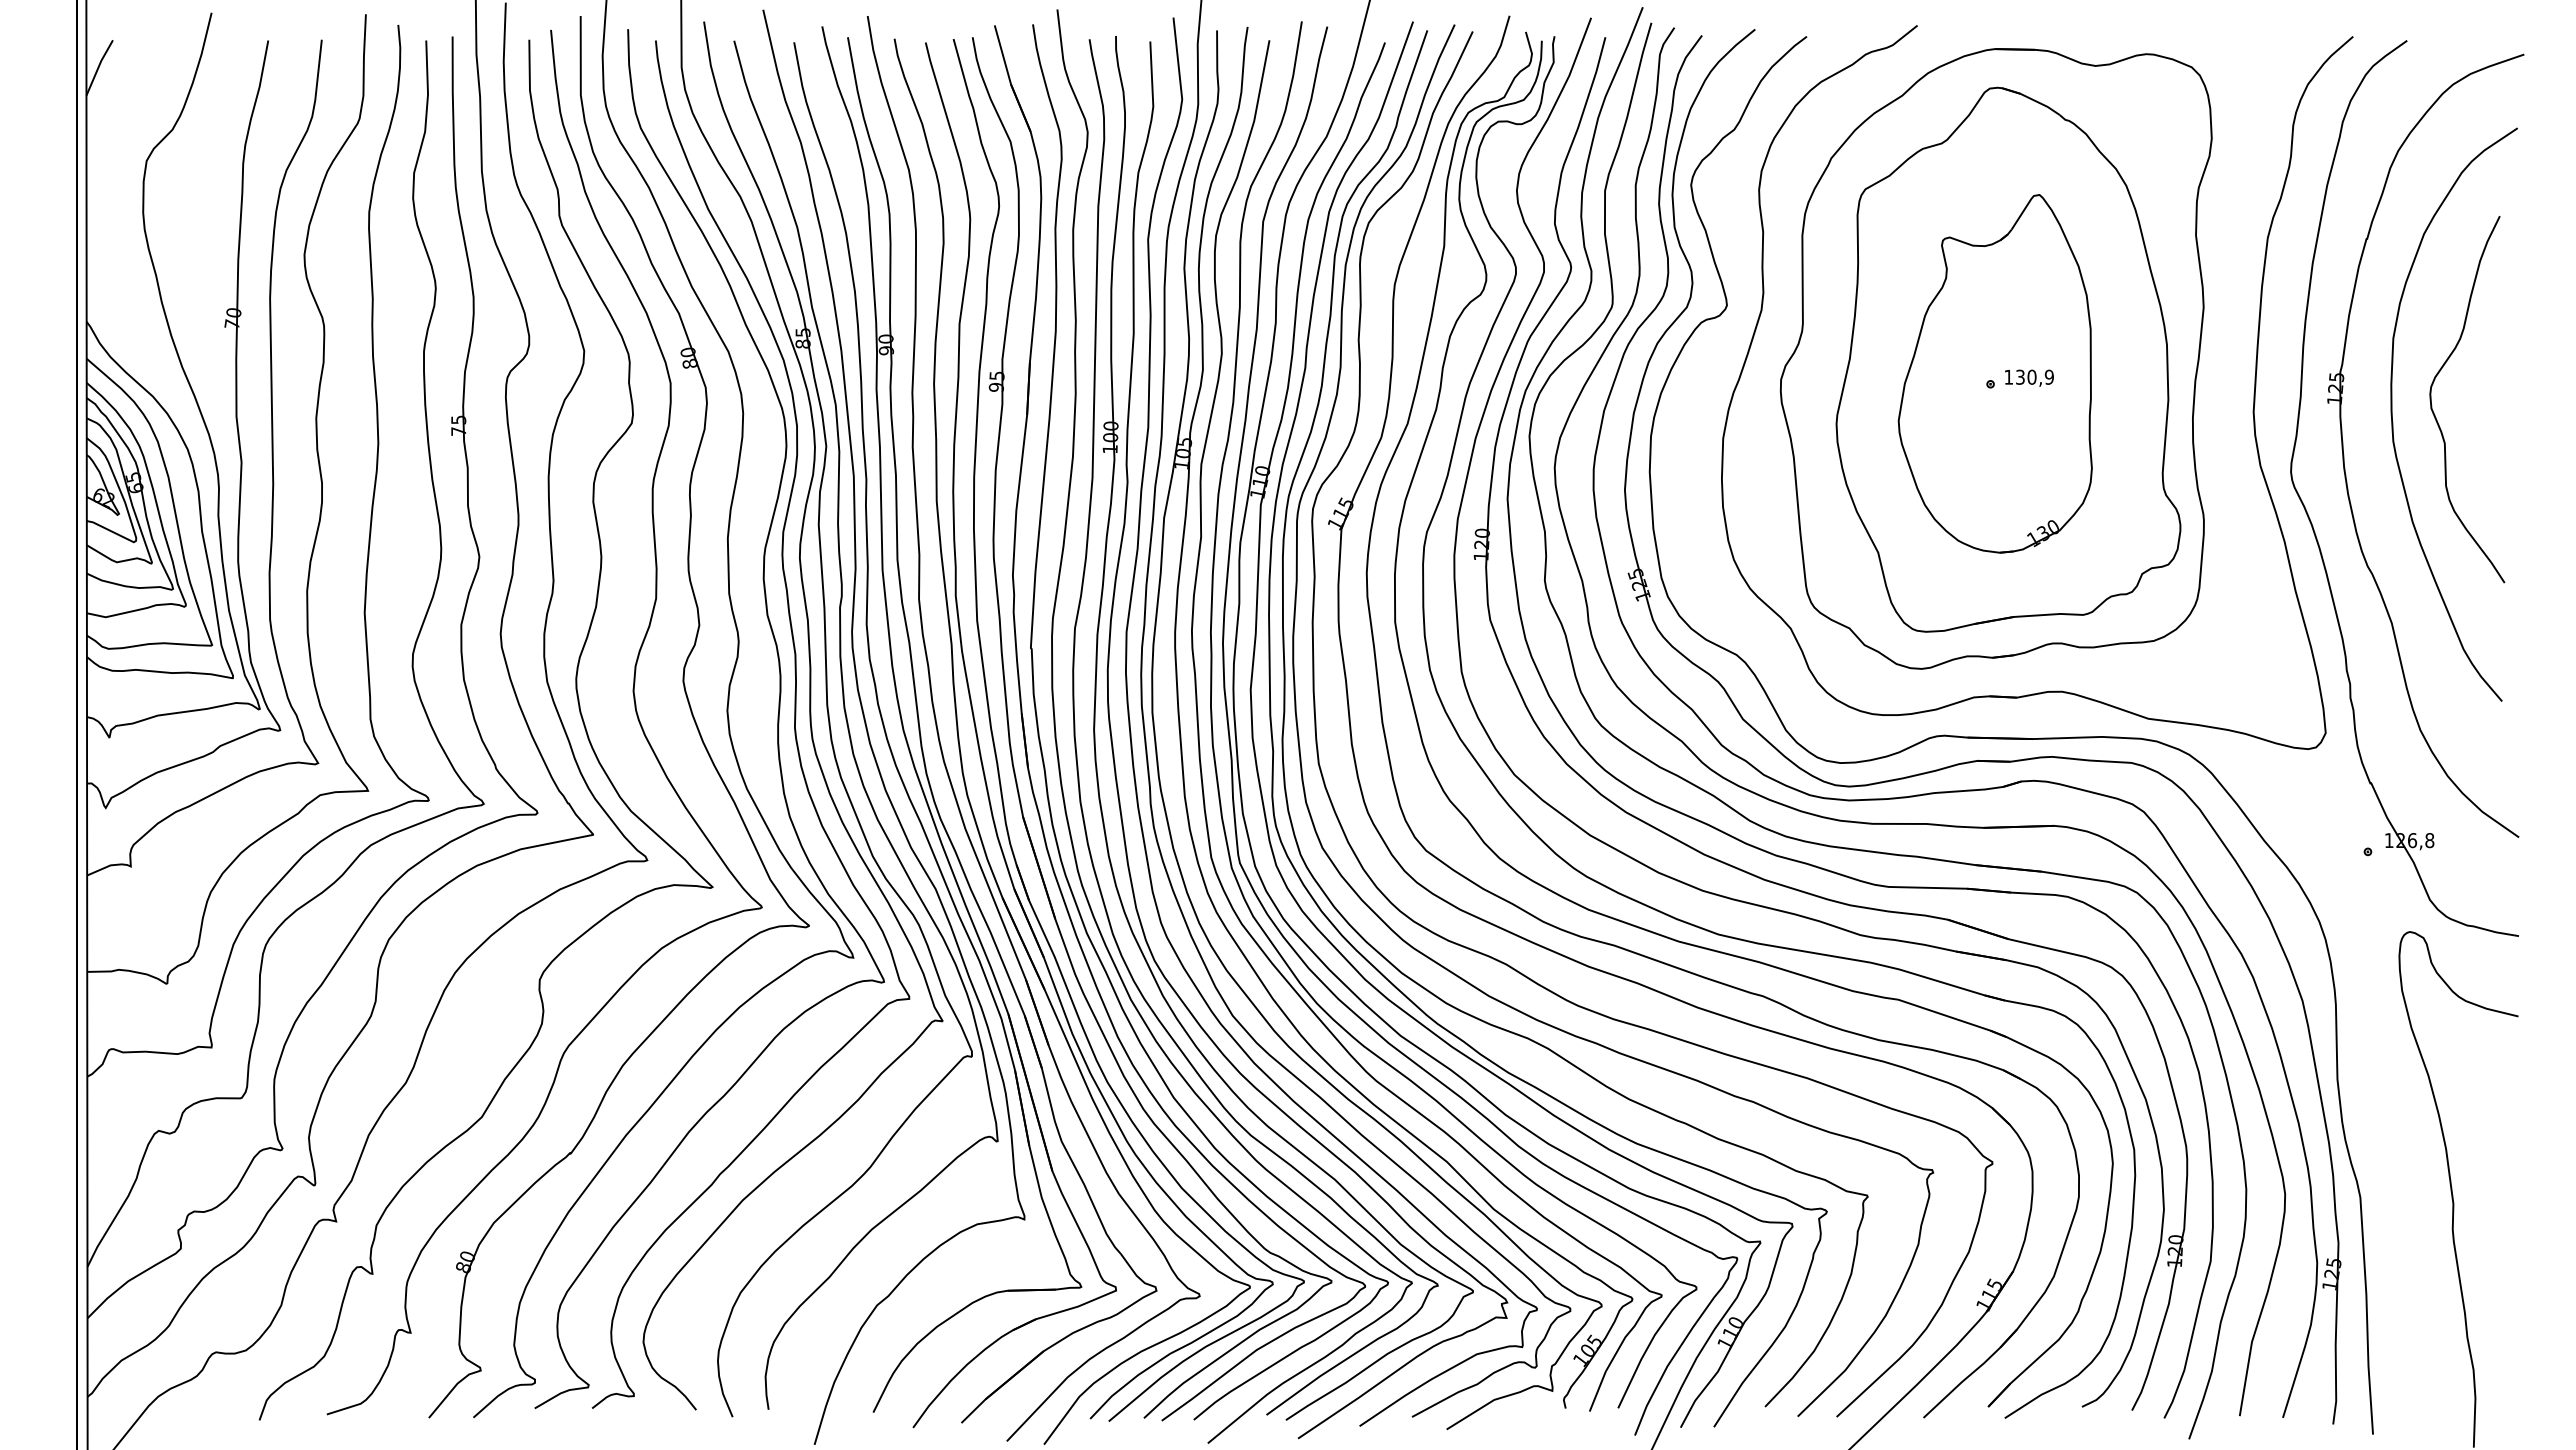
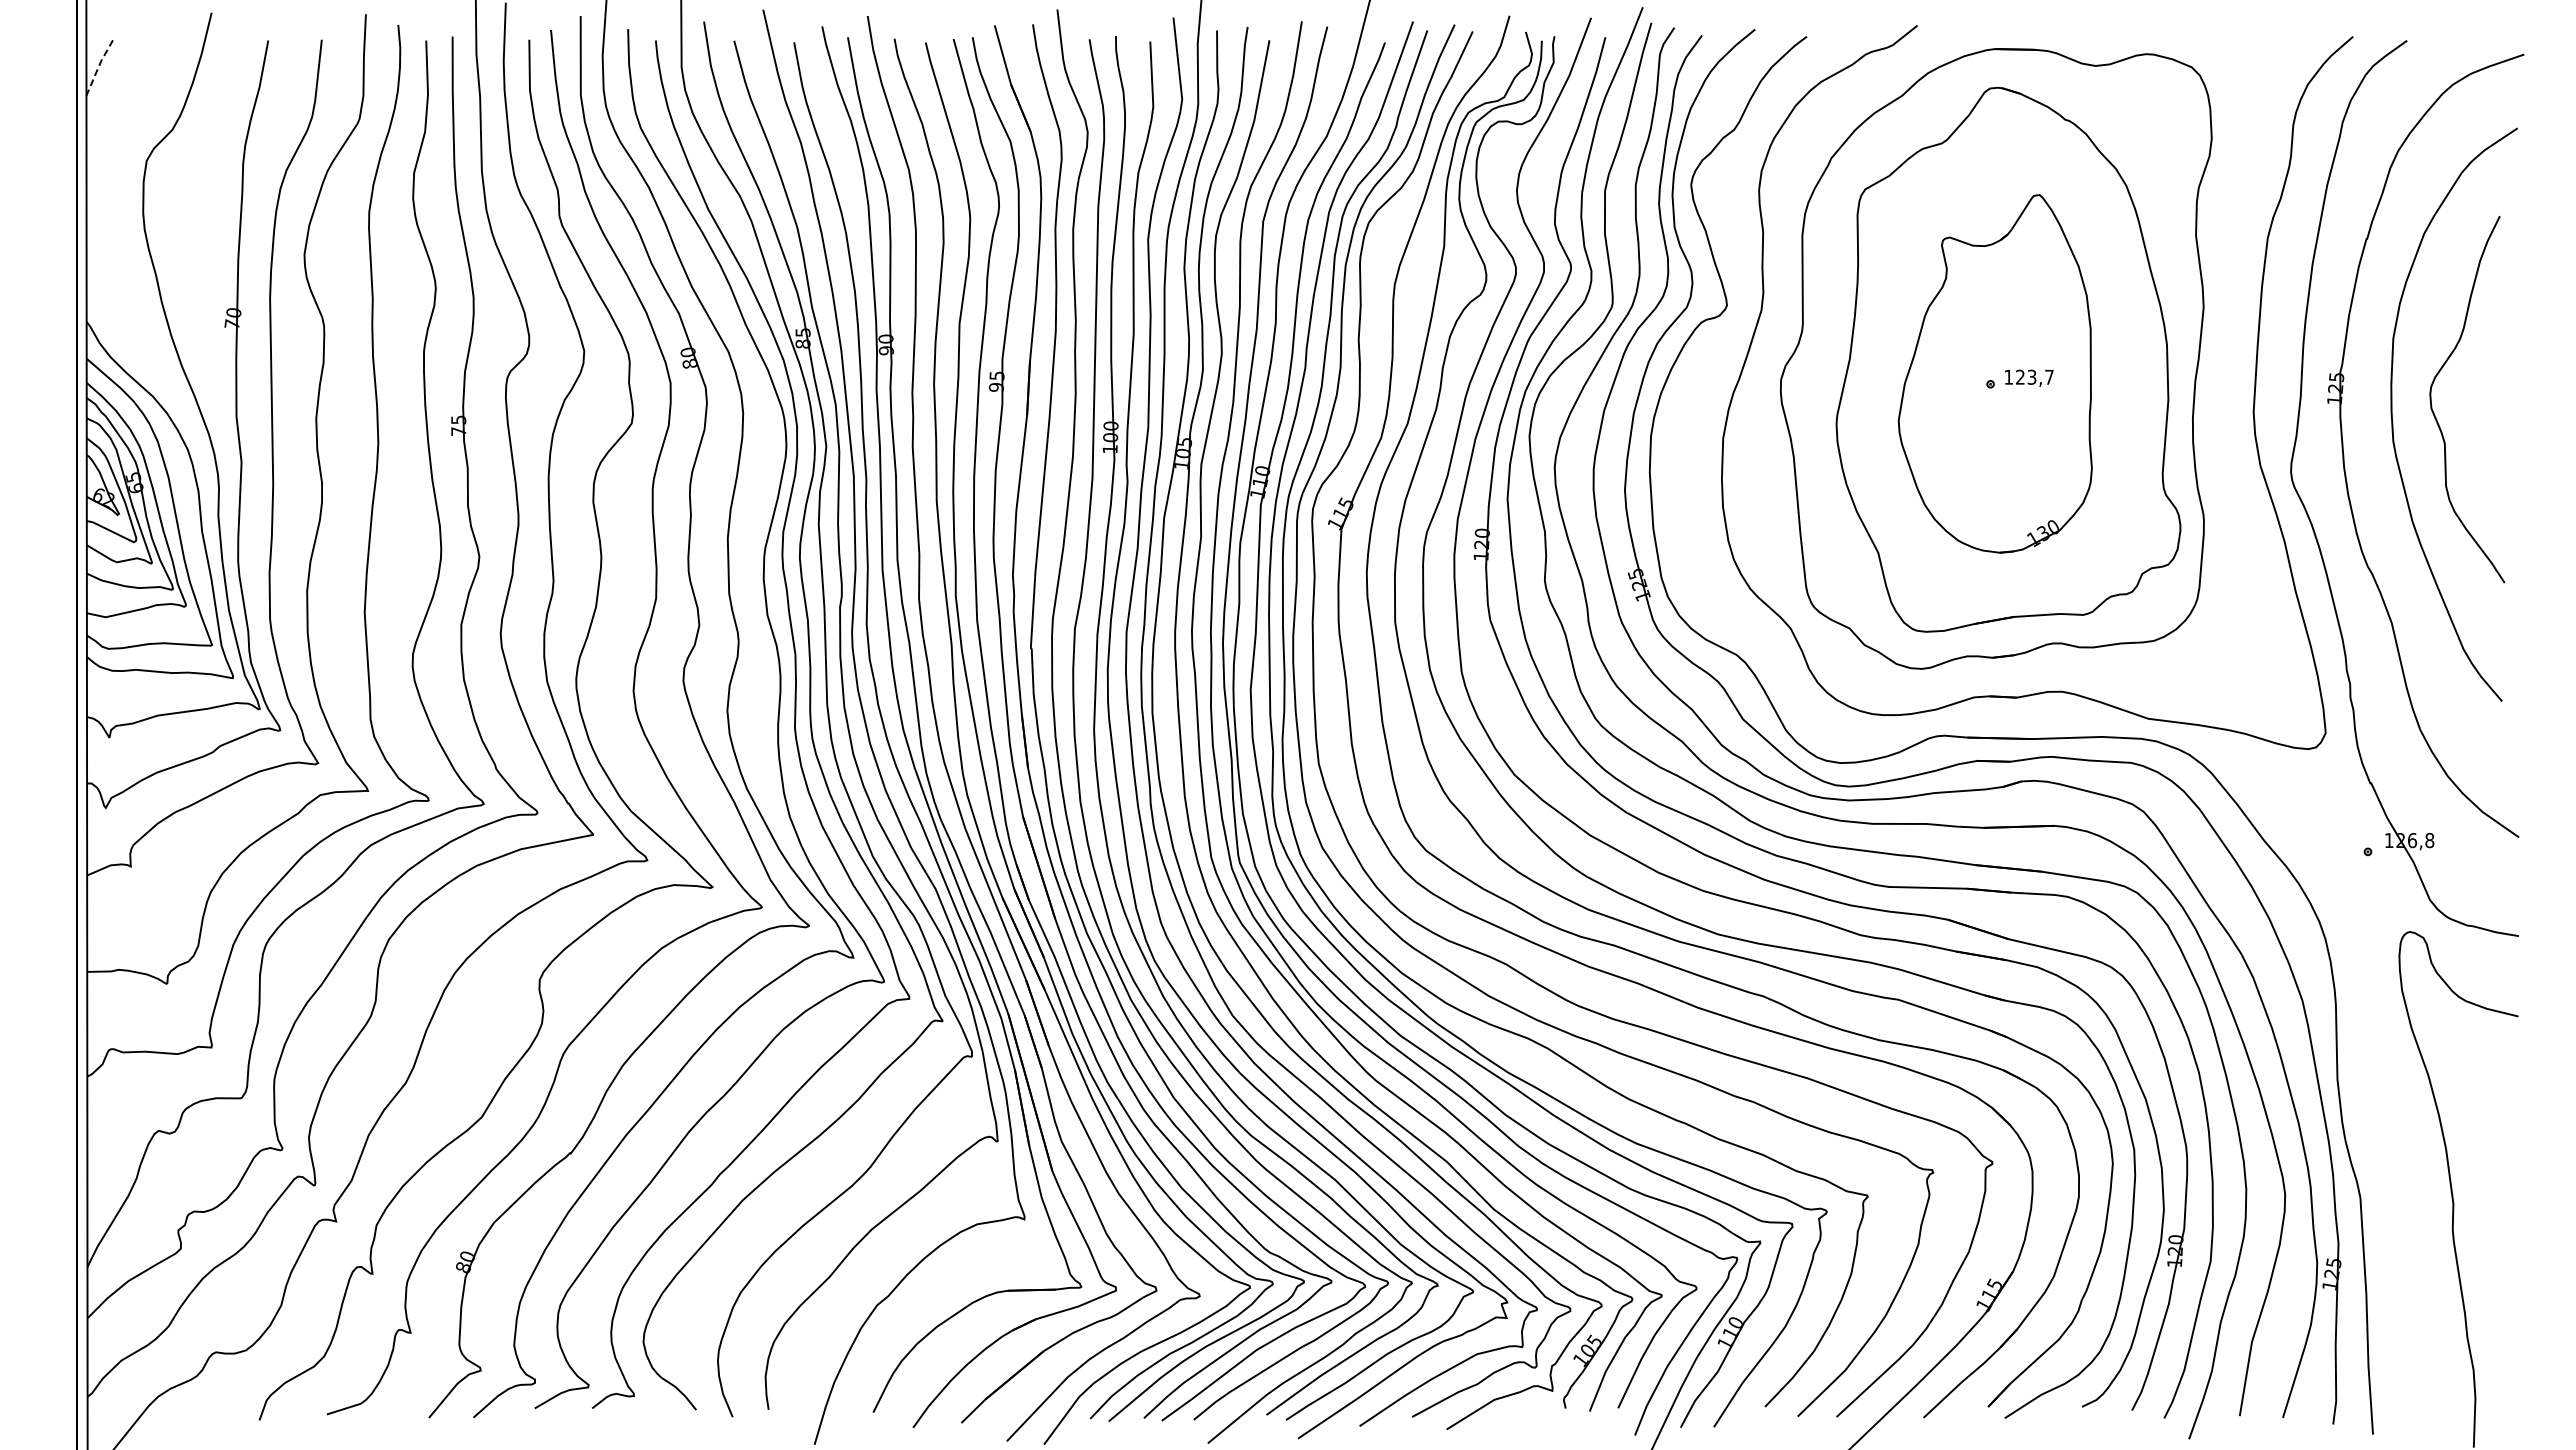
line at (98, 67): solid -> dashed
text at (2034, 376): 130,9 -> 123,7
